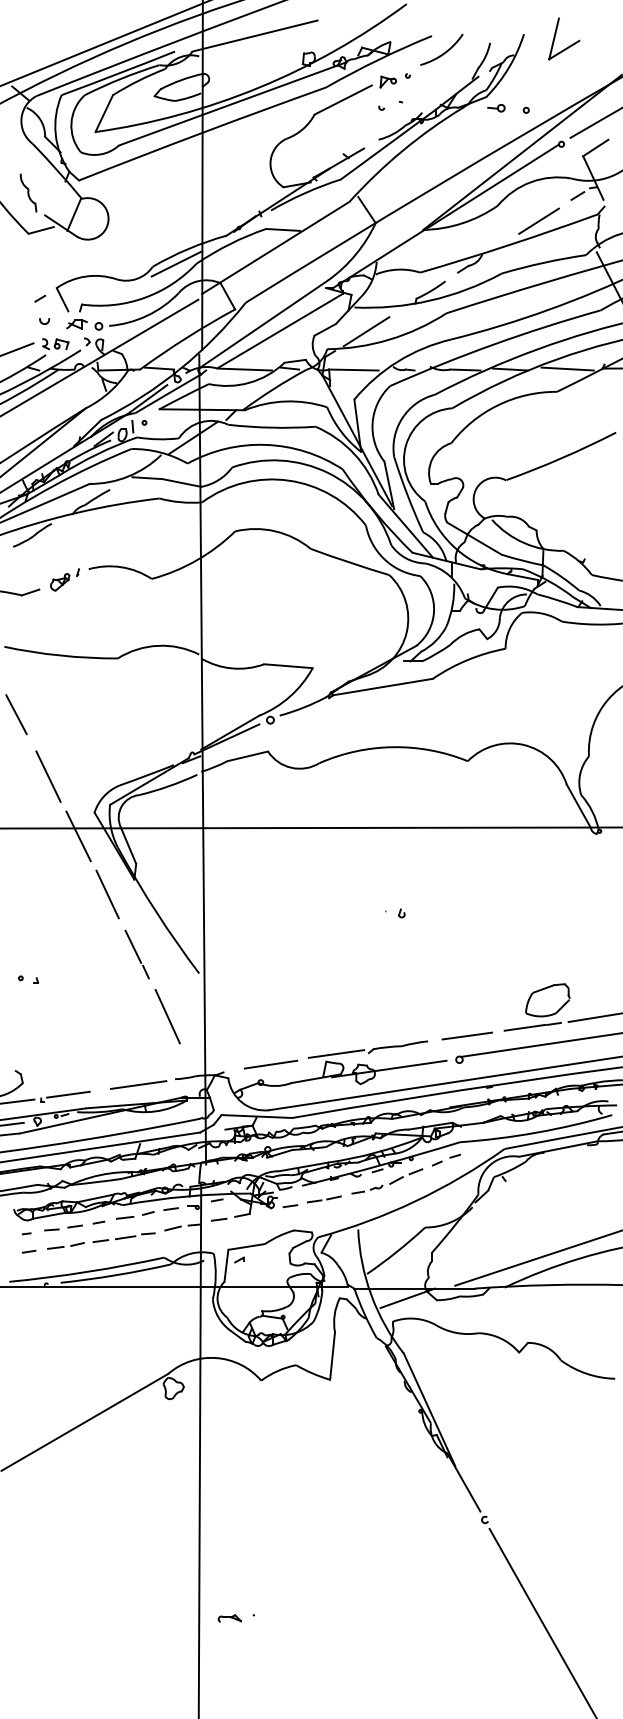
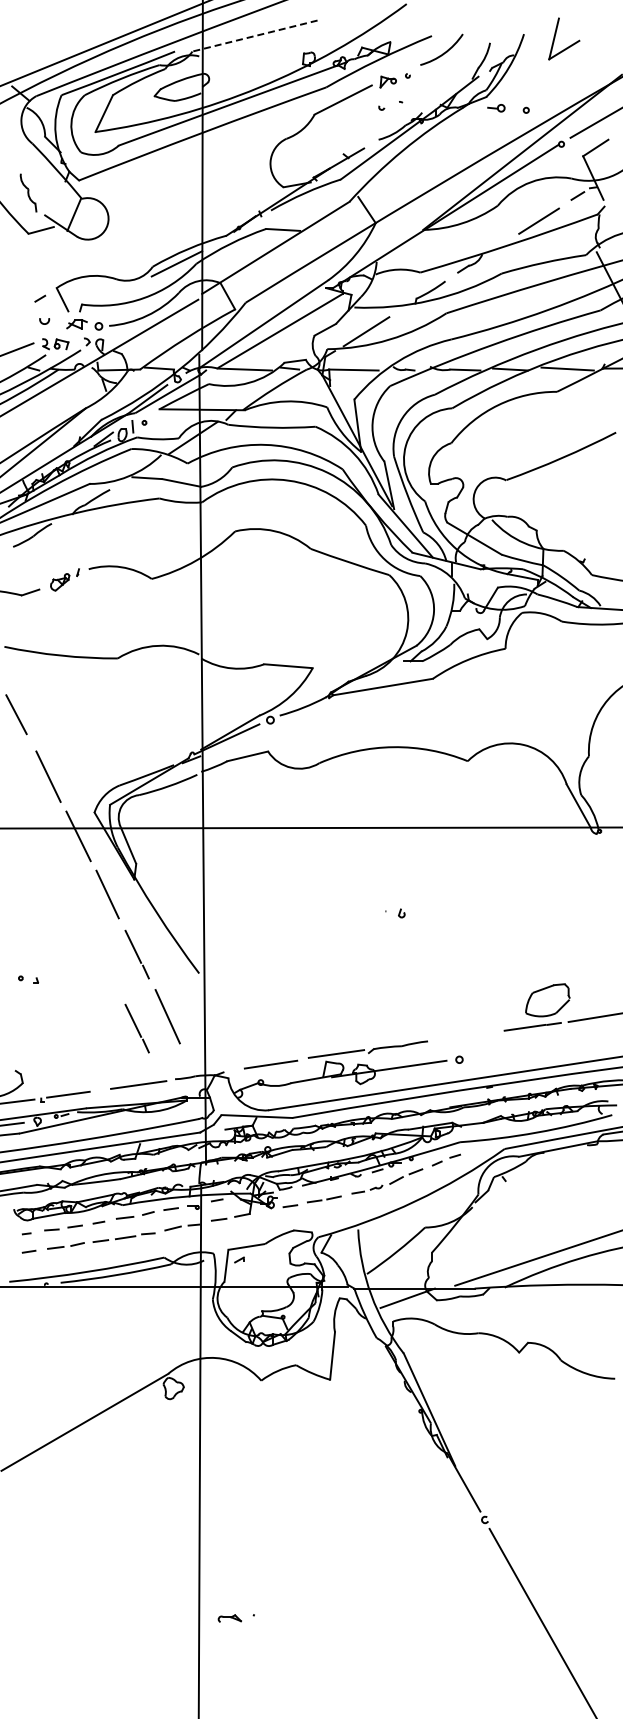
line at (254, 36): solid -> dashed
line at (136, 1028): none -> present
line at (467, 1035): present -> none
line at (540, 1044): present -> none
